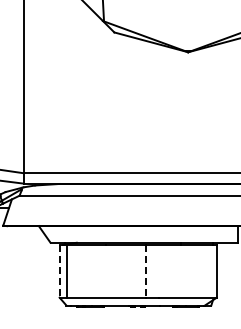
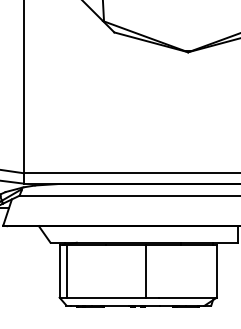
line at (59, 271): dashed -> solid
line at (145, 271): dashed -> solid
